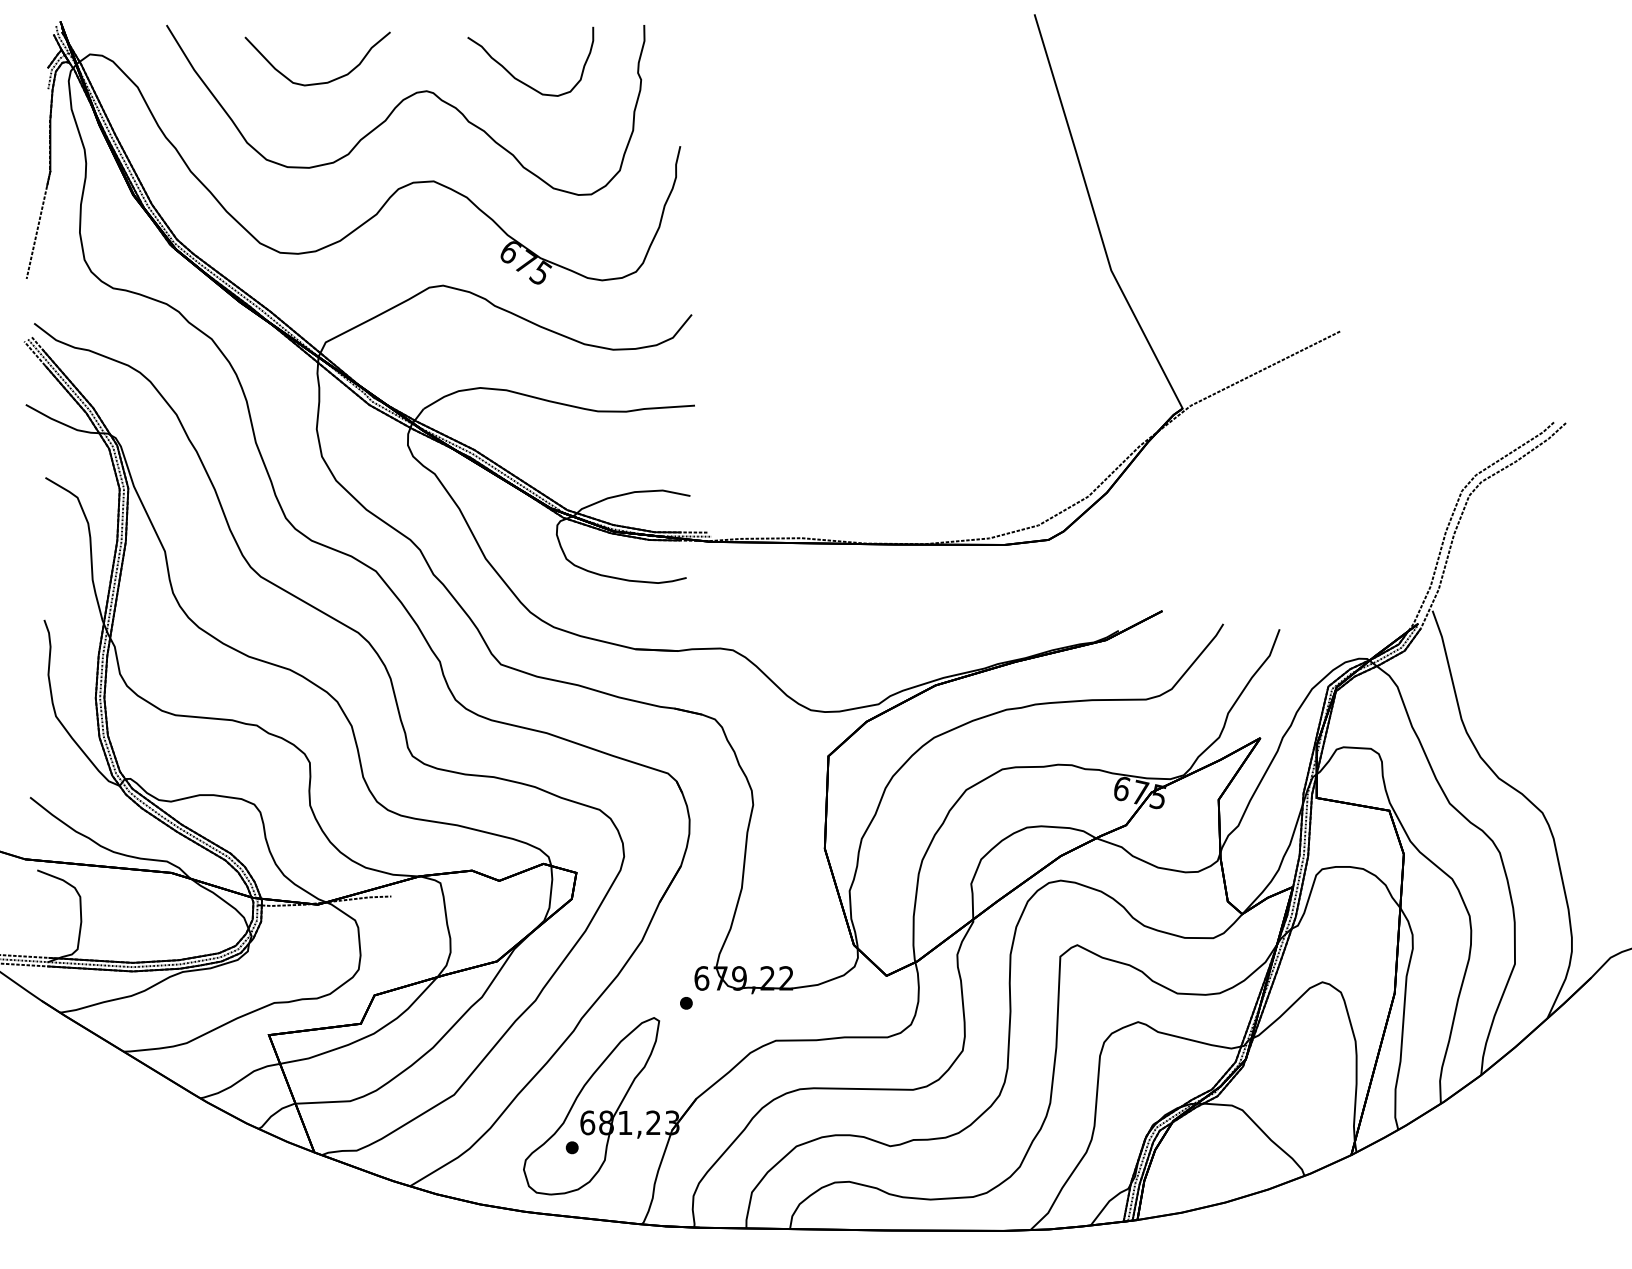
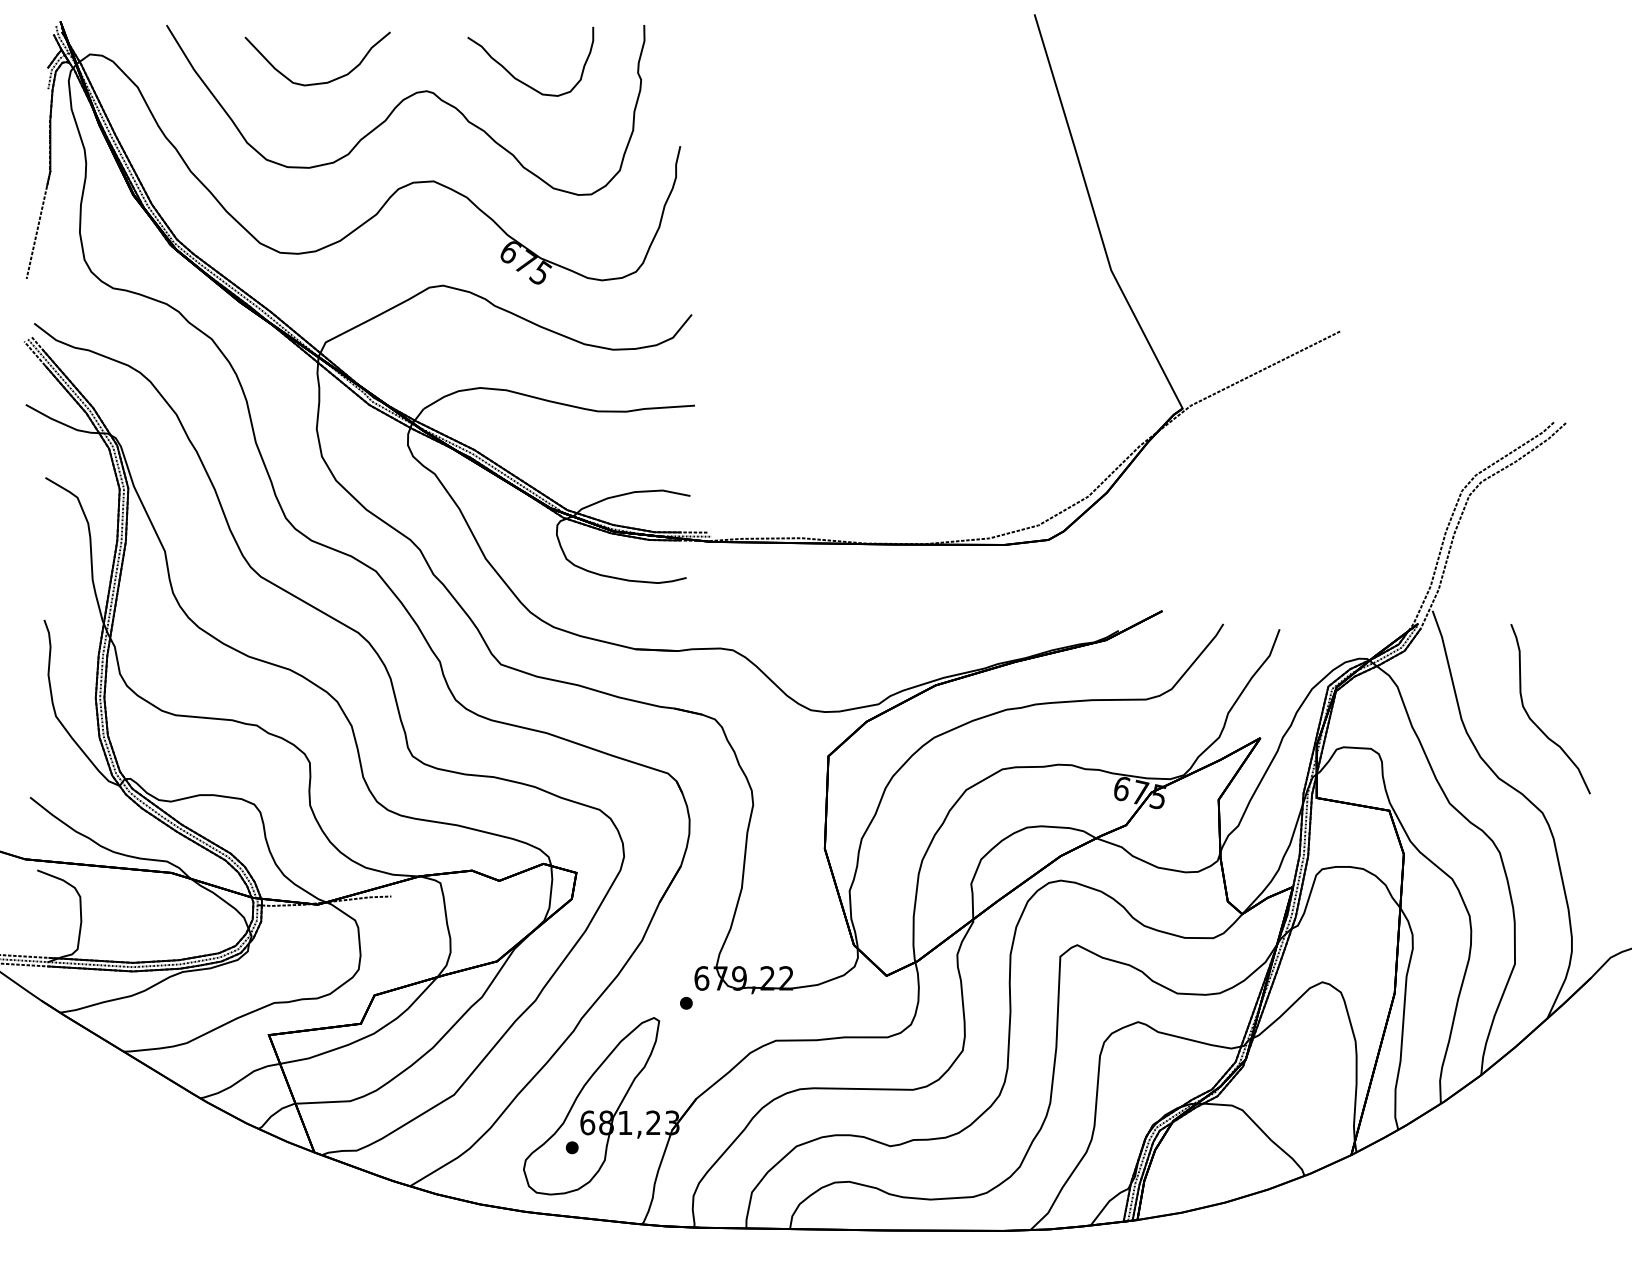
curve at (1533, 720): none -> present
